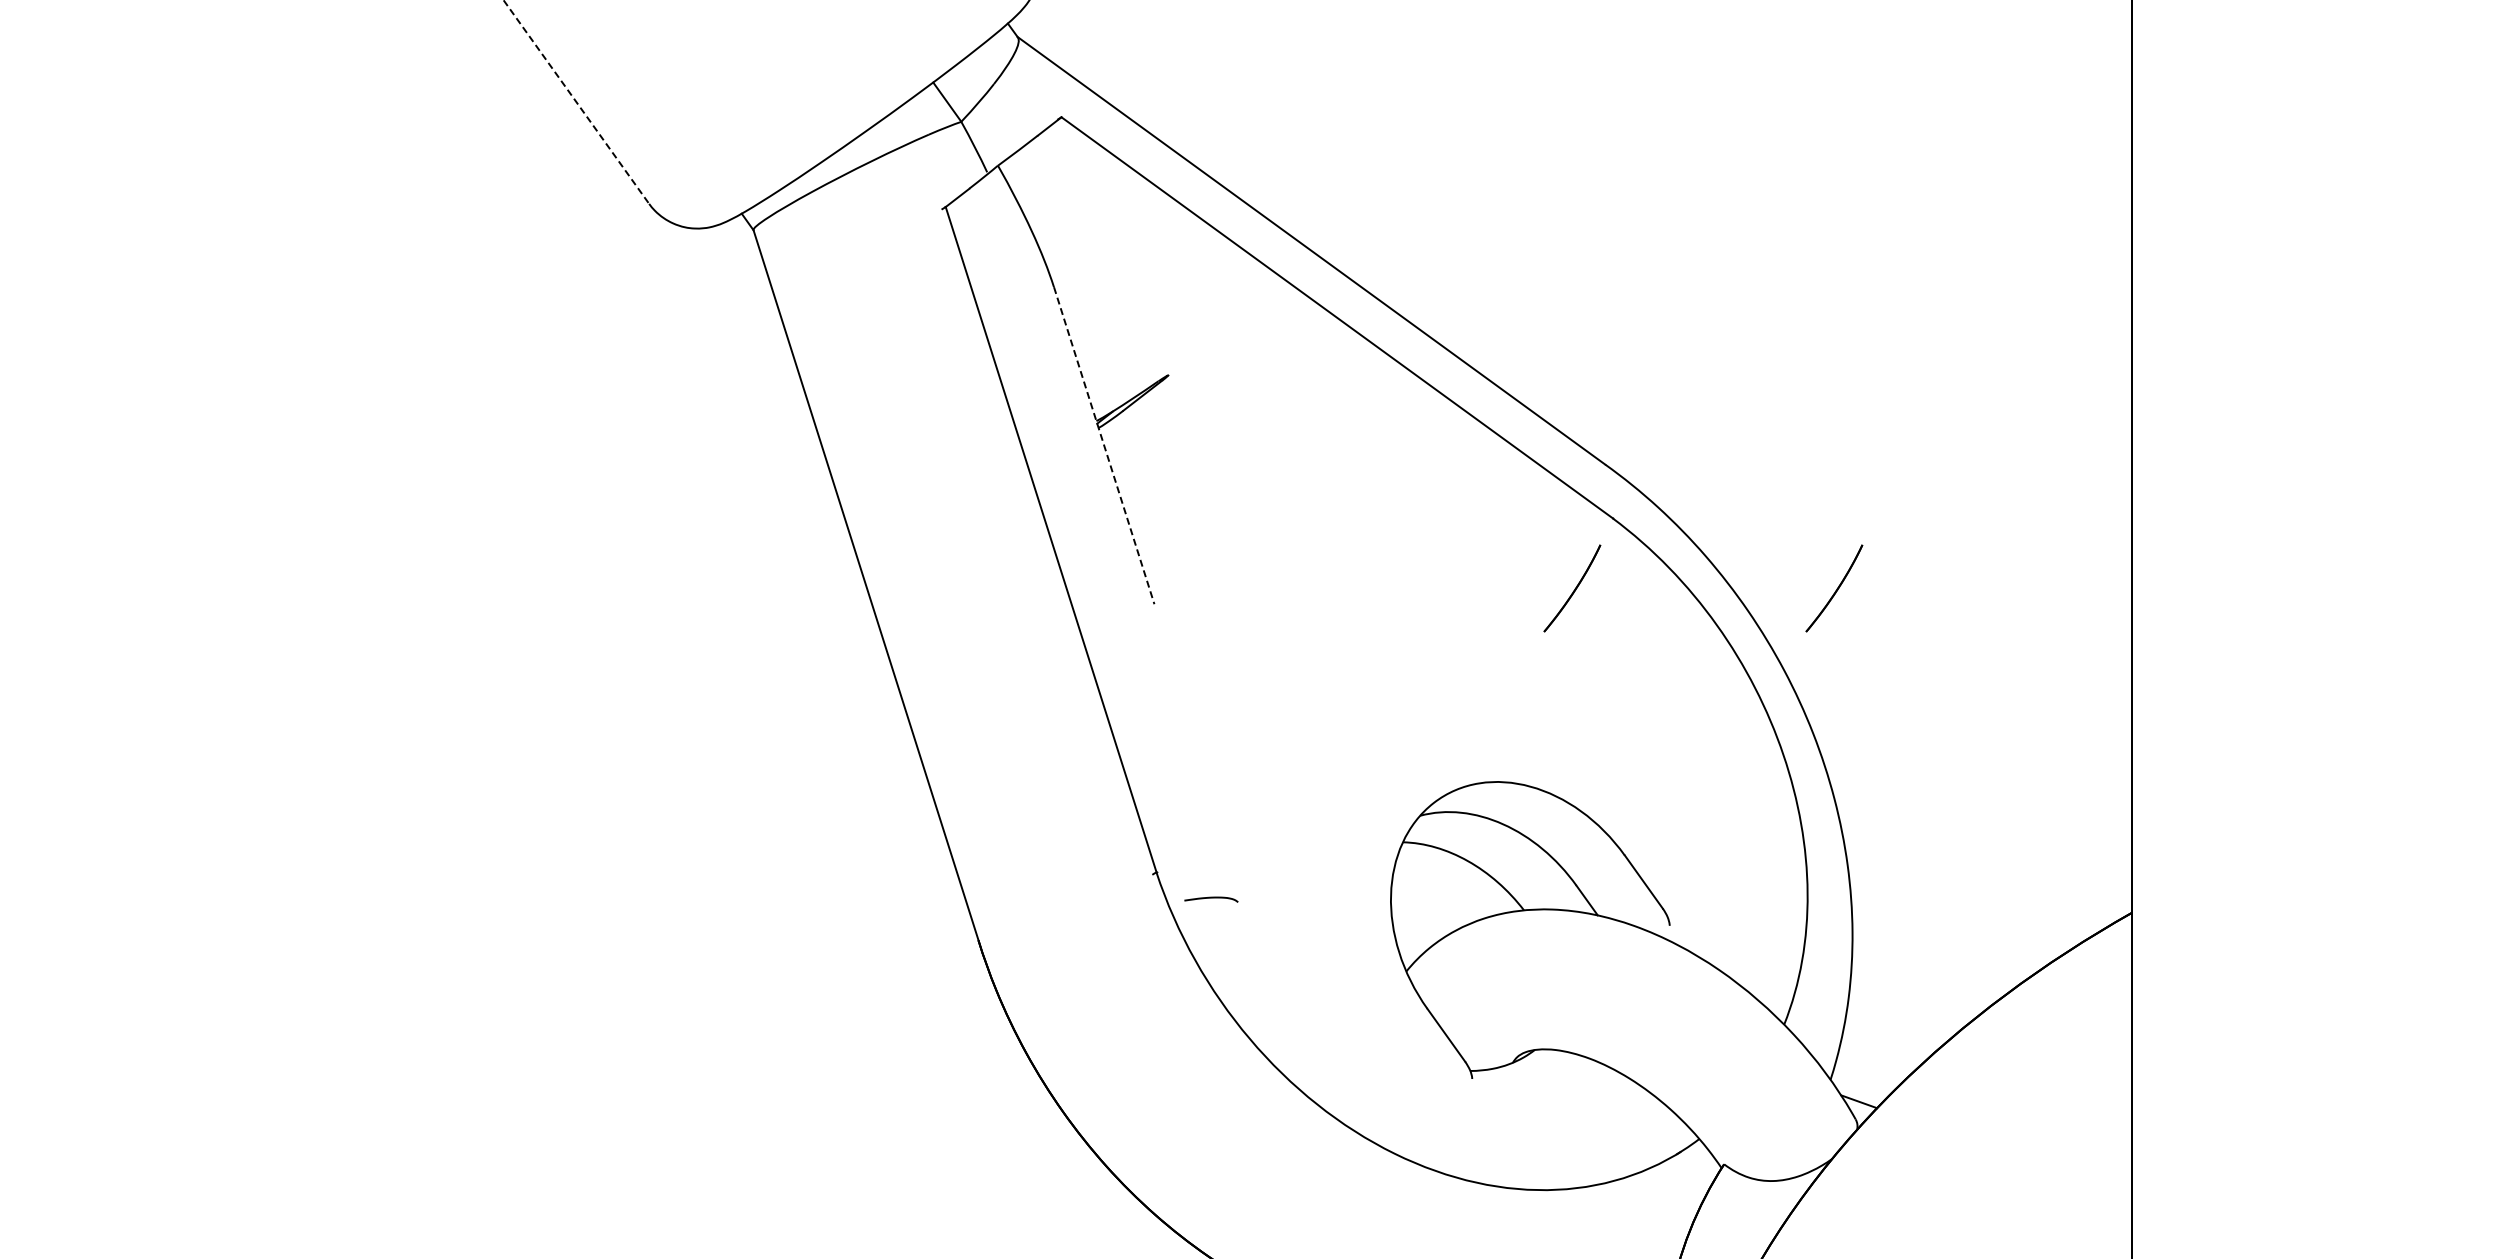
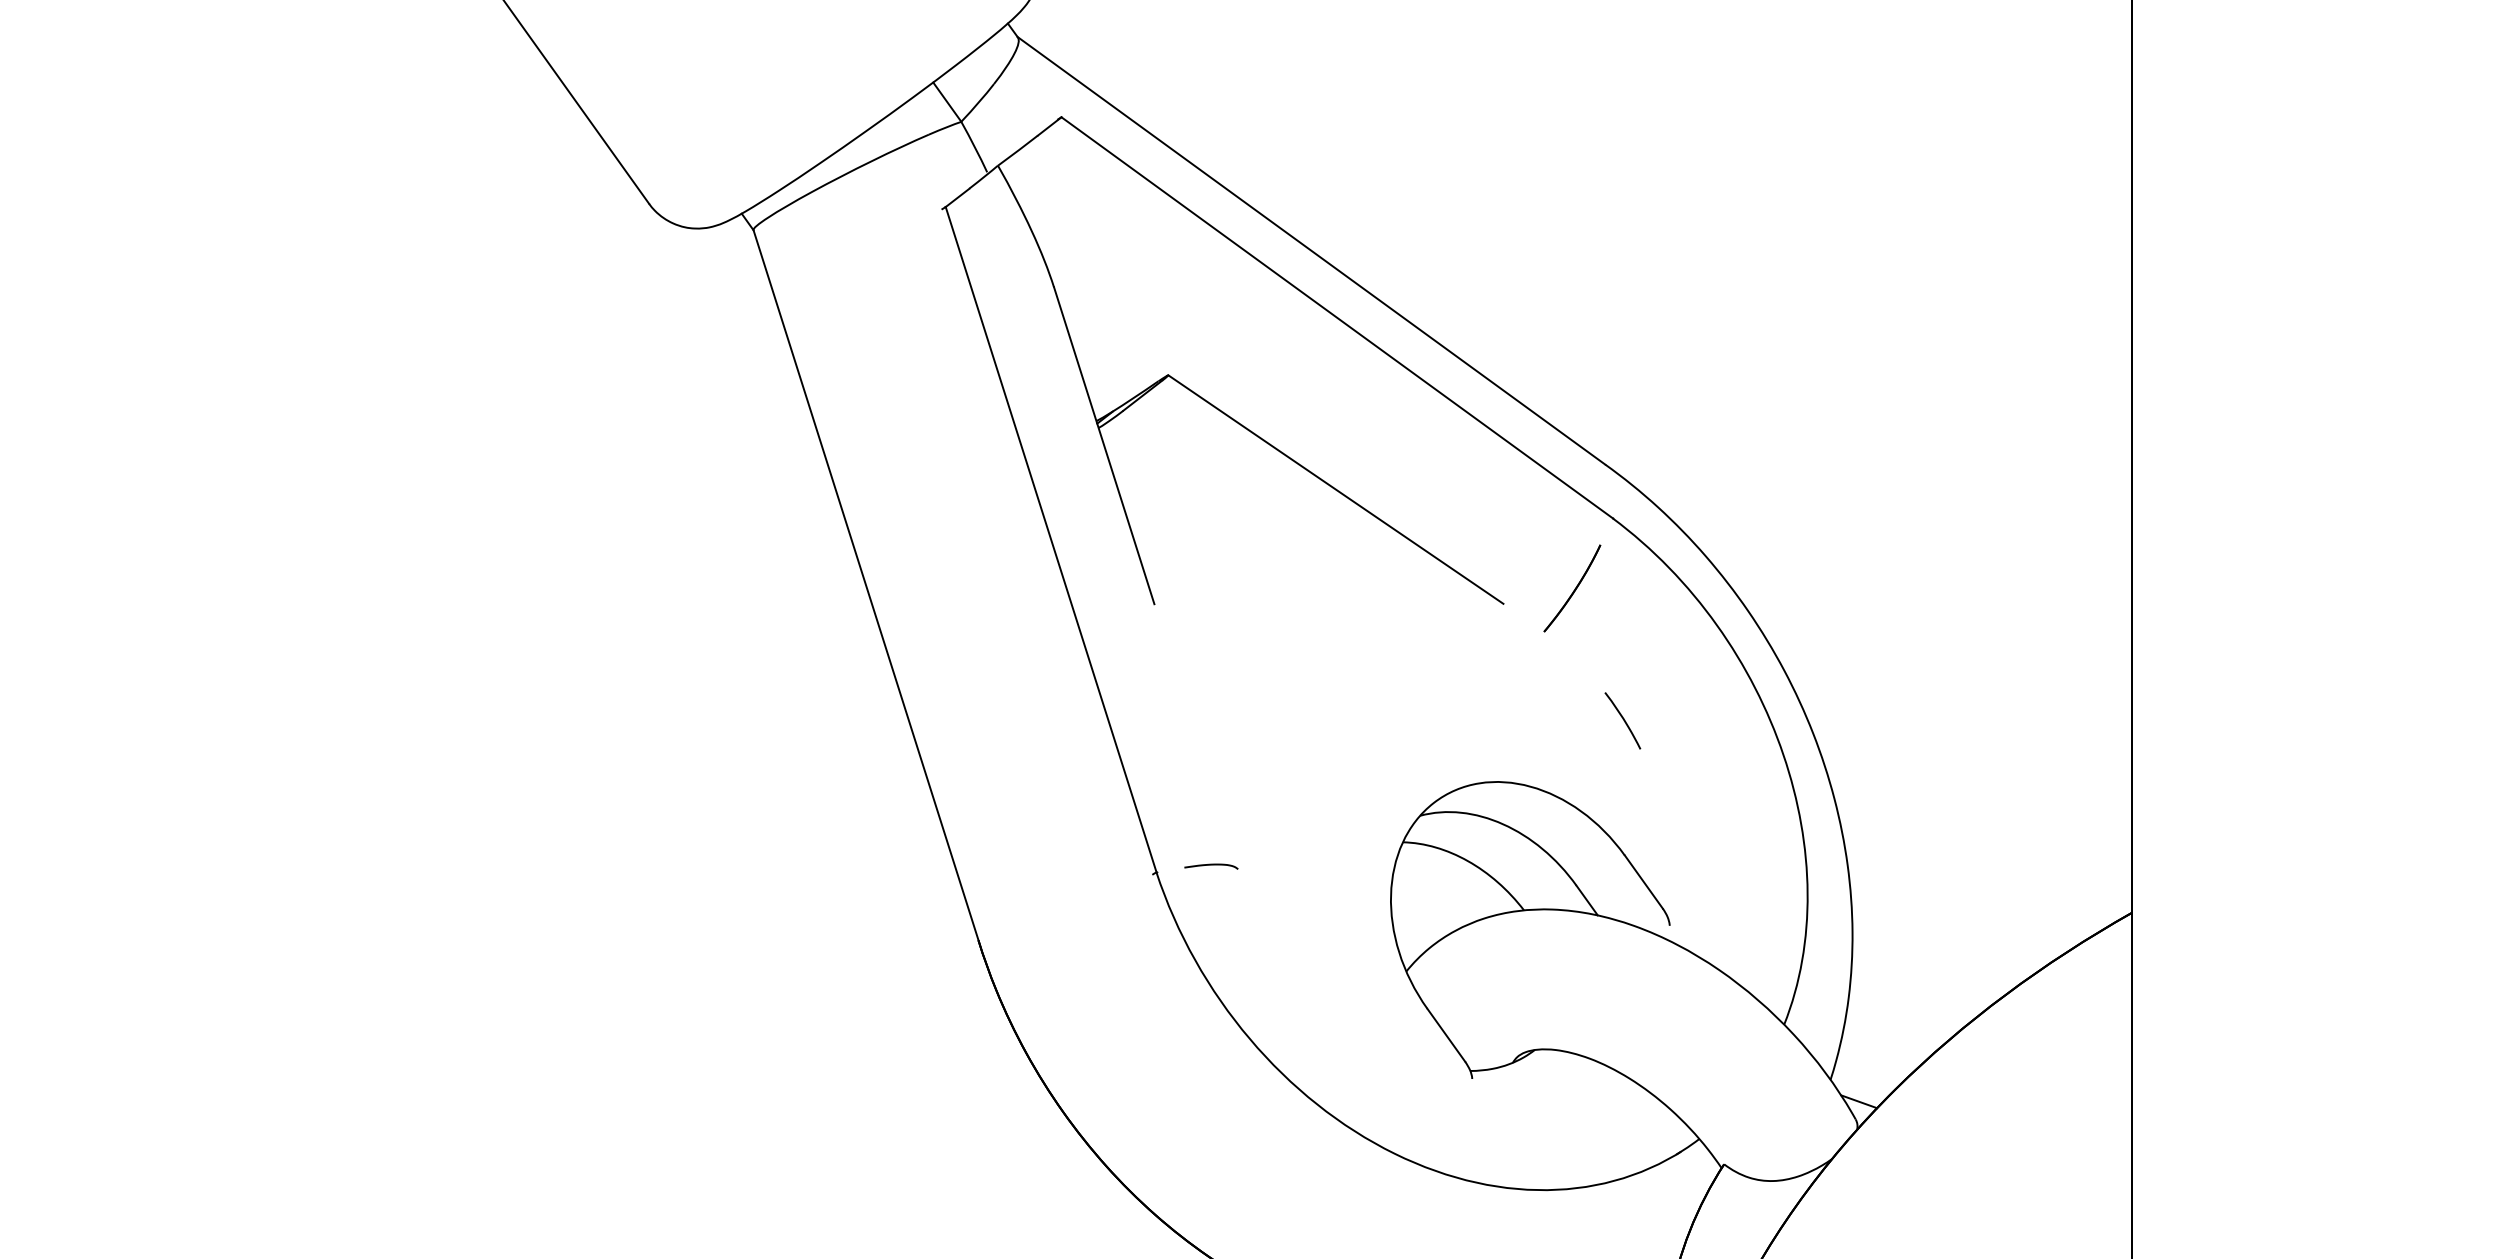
line at (576, 102): dashed -> solid
line at (1104, 446): dashed -> solid
line at (1335, 489): none -> present
part at (1834, 588): present -> none
curve at (1622, 719): none -> present
curve at (1211, 898) position: (1211, 898) -> (1211, 865)
